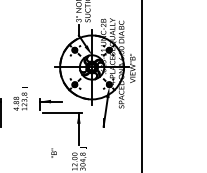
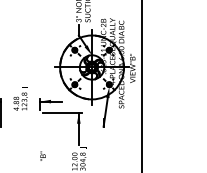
text at (53, 152) position: (53, 152) -> (42, 155)
